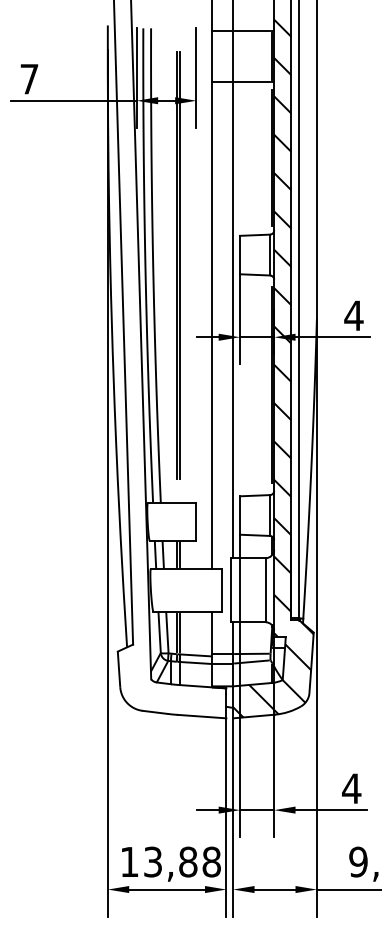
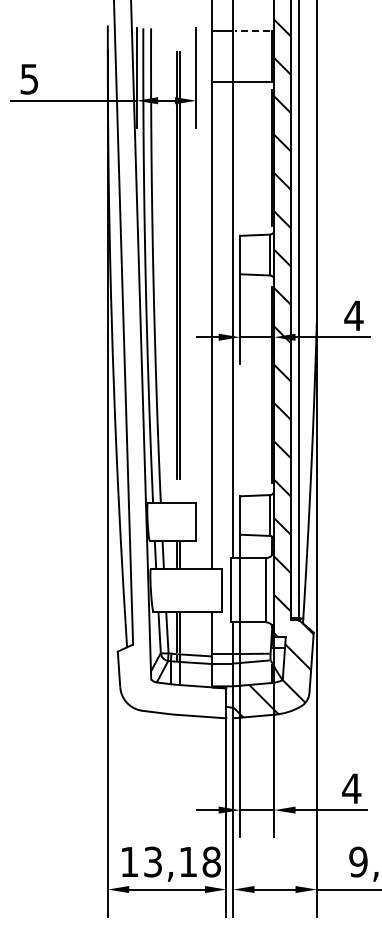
line at (252, 30): solid -> dashed
text at (29, 79): 7 -> 5
text at (188, 861): 13,88 -> 13,18
